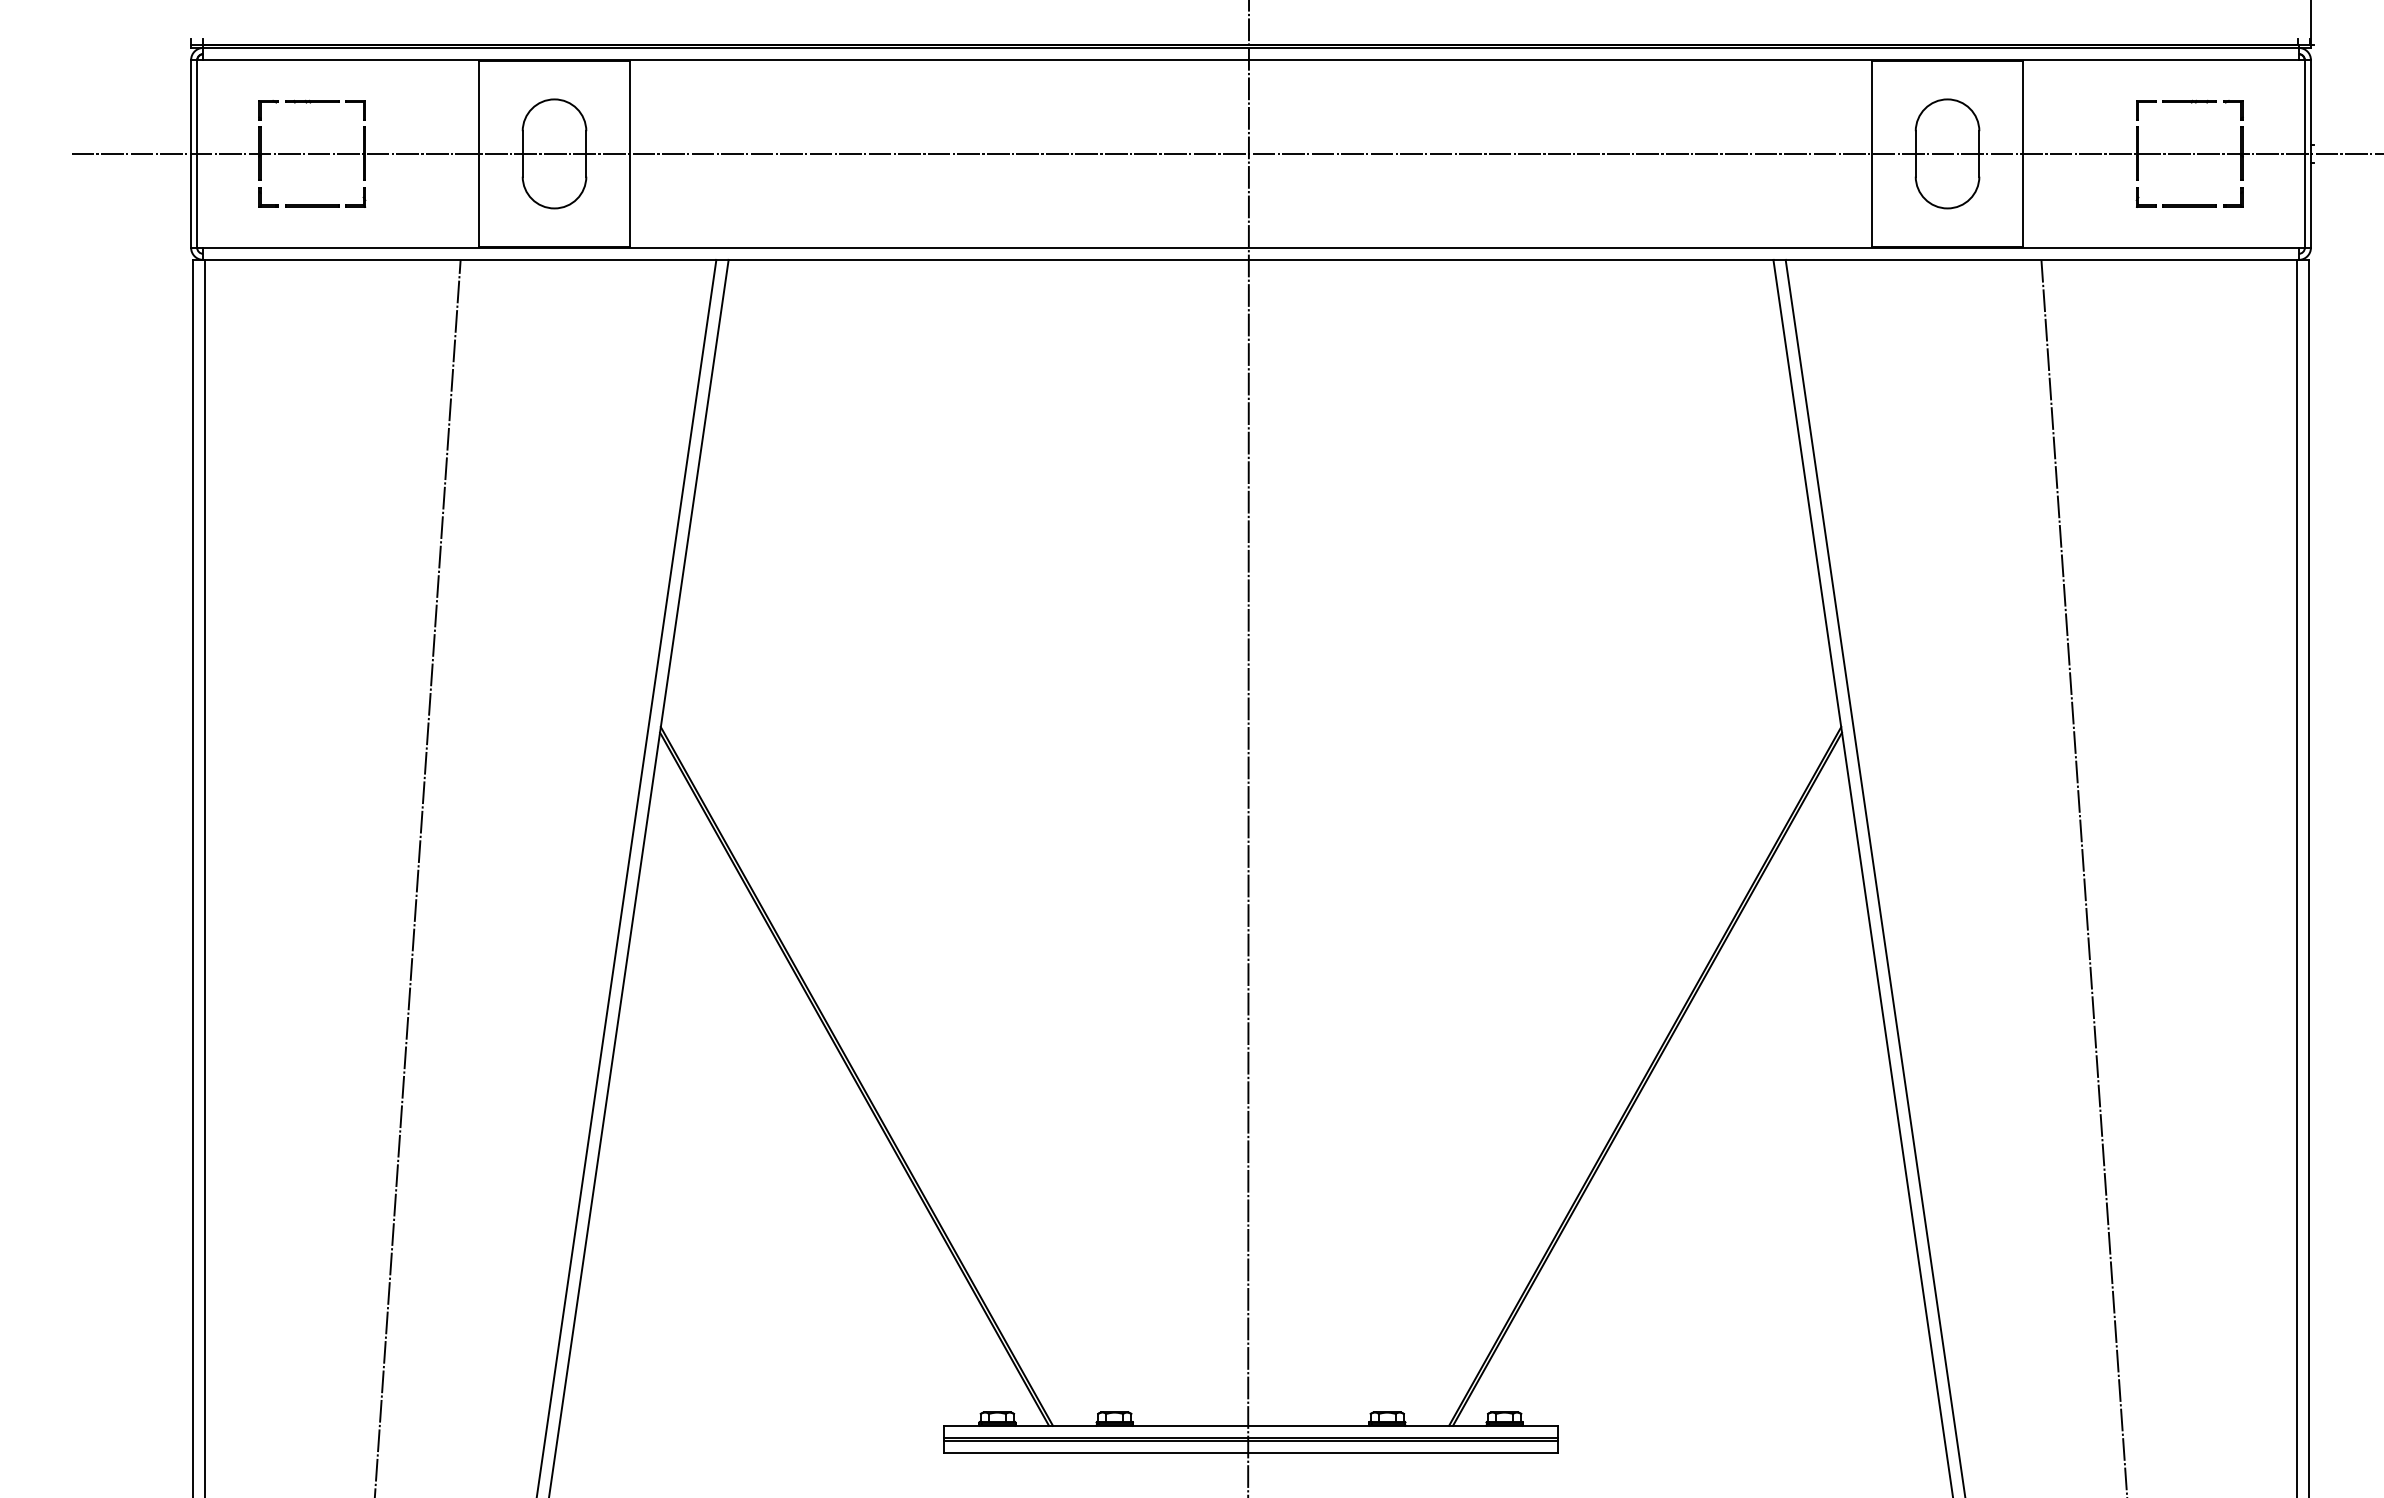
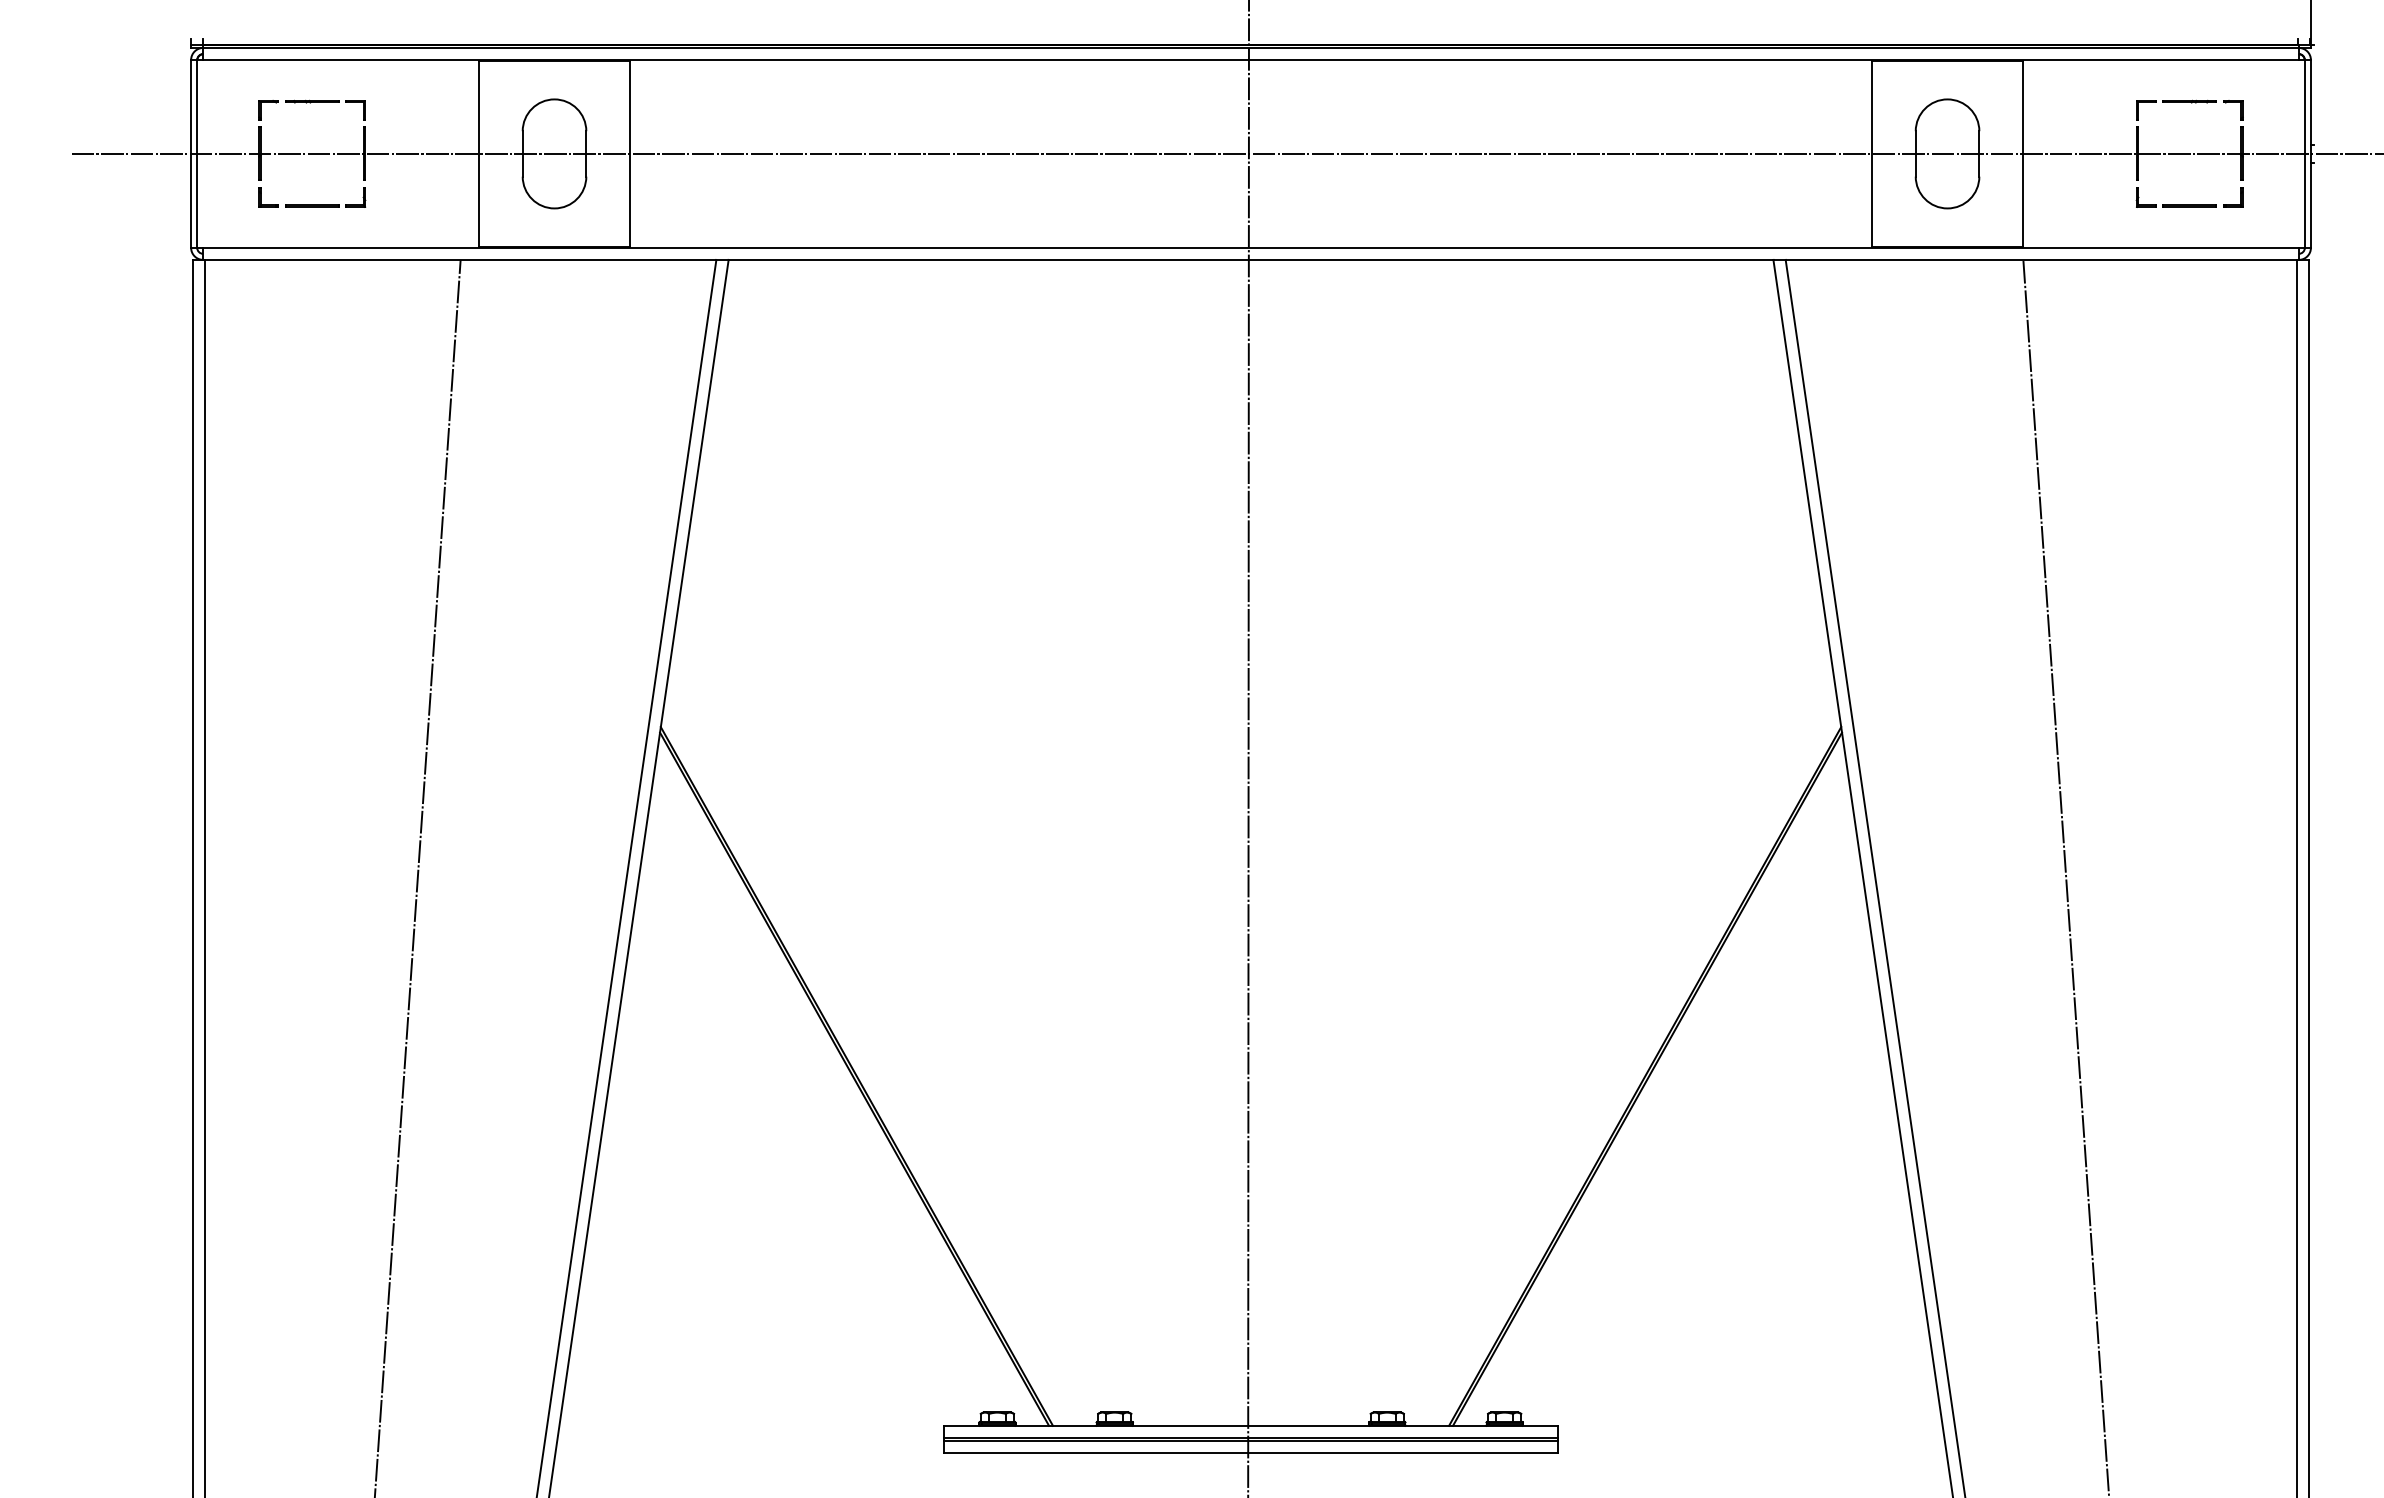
line at (2083, 876) position: (2083, 876) -> (2065, 877)
